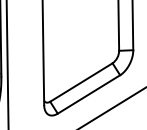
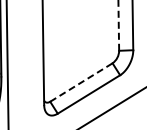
line at (118, 25): solid -> dashed
line at (81, 82): solid -> dashed
